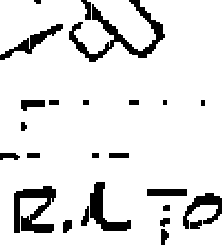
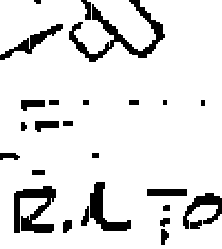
part at (53, 126): none -> present
line at (33, 155) position: (33, 155) -> (38, 172)
line at (118, 155): present -> none
